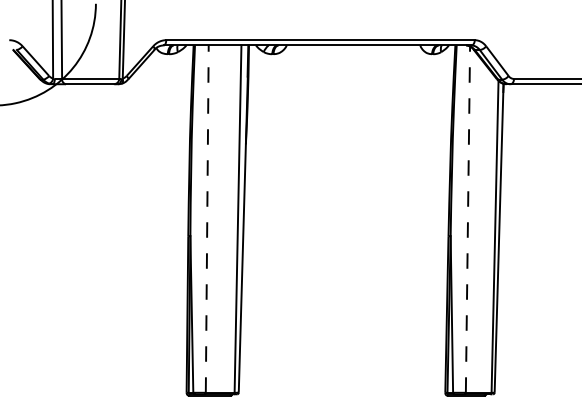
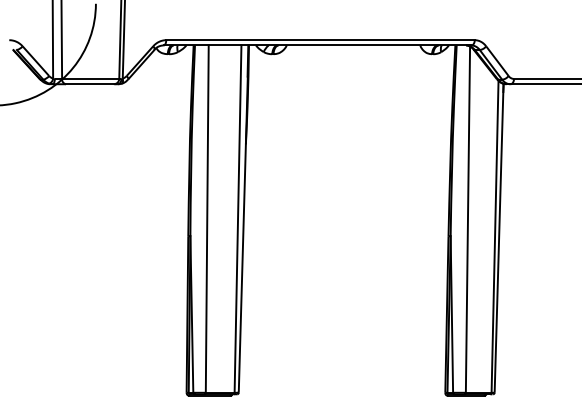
line at (207, 219): dashed -> solid
line at (467, 219): dashed -> solid
